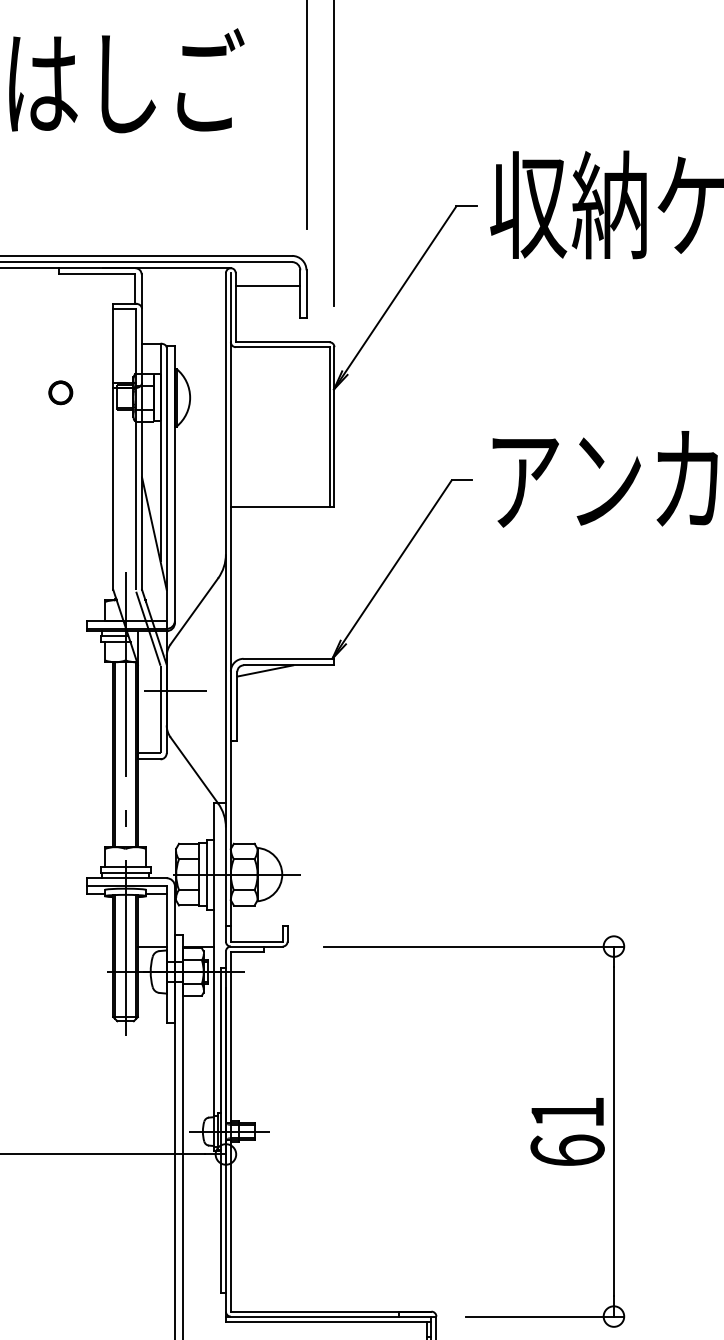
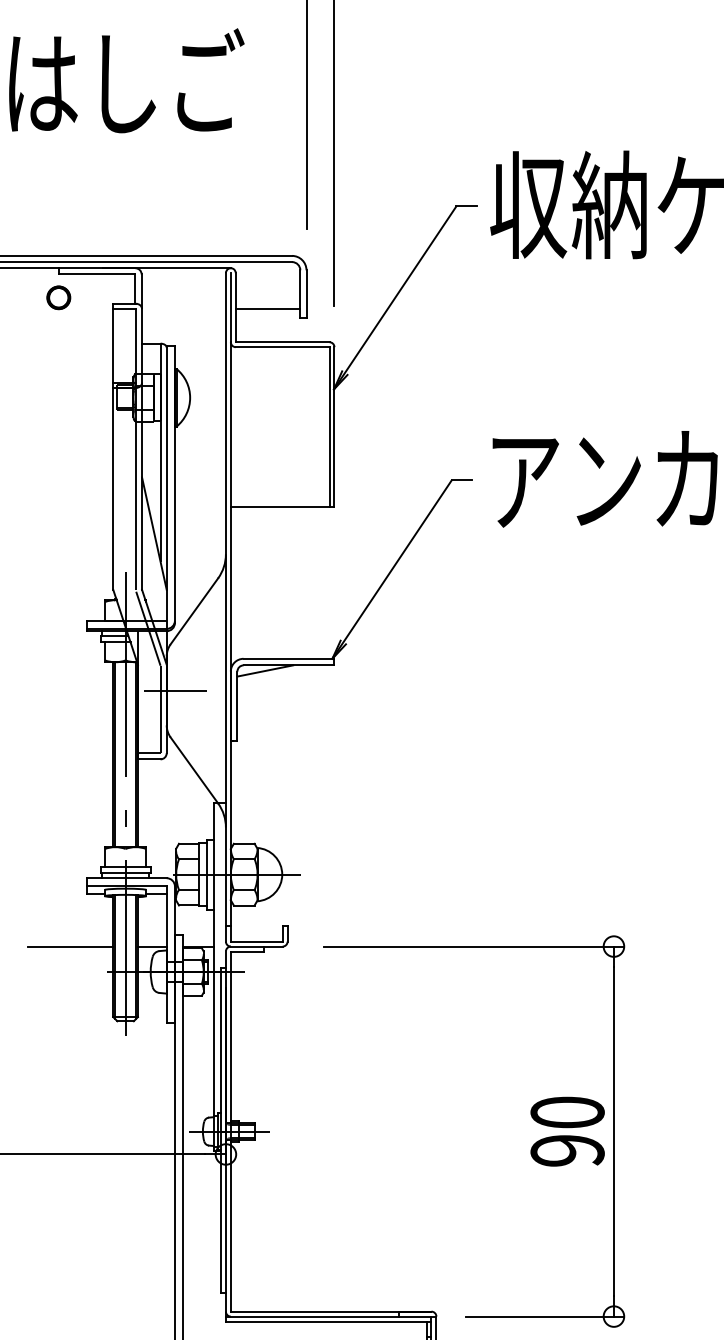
line at (267, 286) position: (267, 286) -> (267, 309)
part at (60, 392) position: (60, 392) -> (58, 297)
line at (70, 946): none -> present
text at (567, 1131): 61 -> 90
